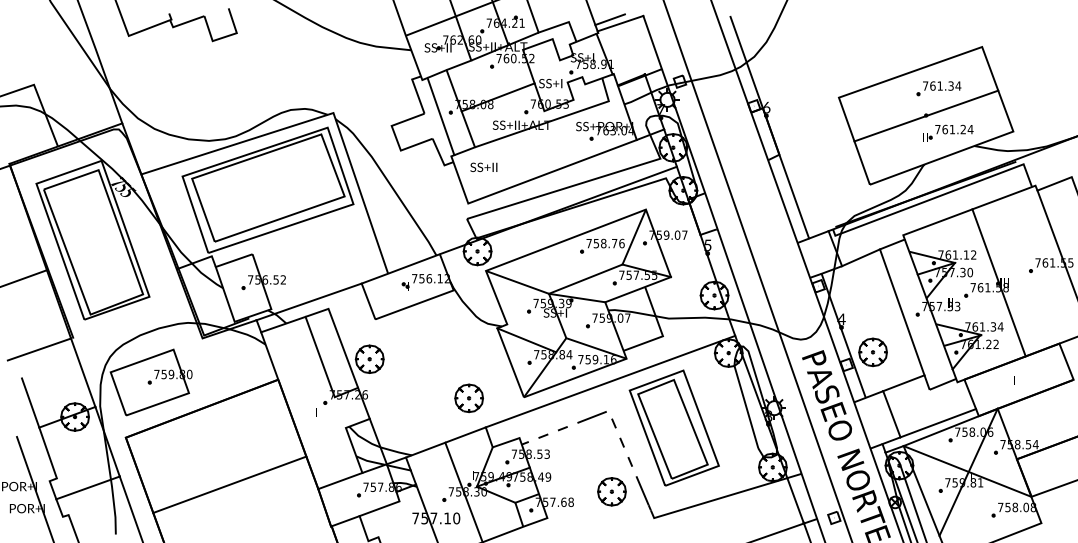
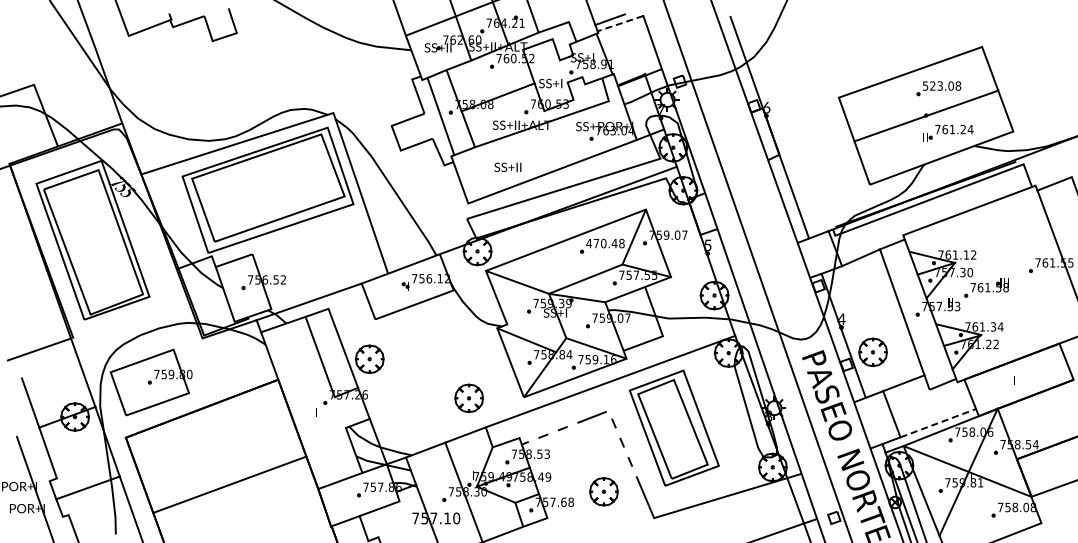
line at (620, 23): solid -> dashed
text at (941, 85): 761.34 -> 523.08
text at (483, 167) position: (483, 167) -> (507, 167)
text at (605, 243): 758.76 -> 470.48
line at (24, 278): present -> none
line at (998, 282): present -> none
line at (938, 423): solid -> dashed
part at (611, 491) position: (611, 491) -> (603, 491)
